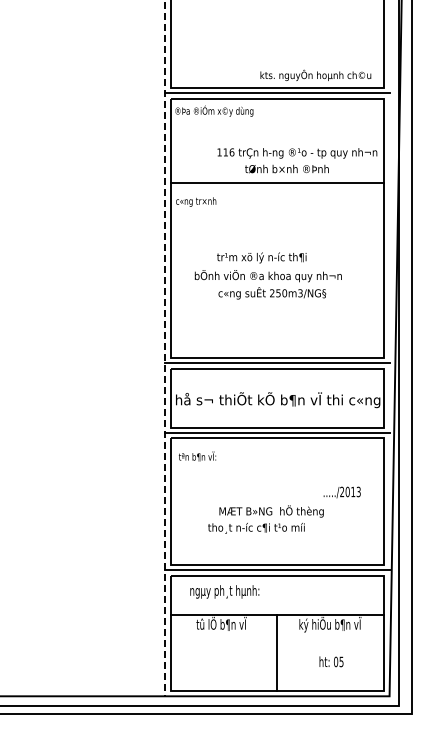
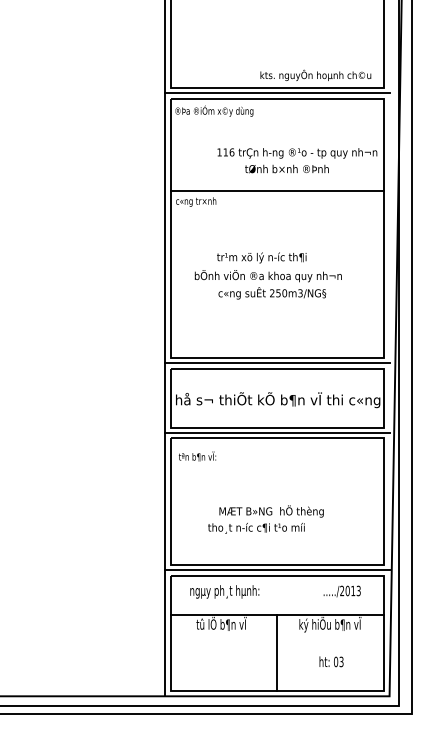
line at (277, 182) position: (277, 182) -> (277, 190)
line at (165, 348): dashed -> solid
text at (341, 492) position: (341, 492) -> (341, 591)
text at (341, 660): 05 -> 03
